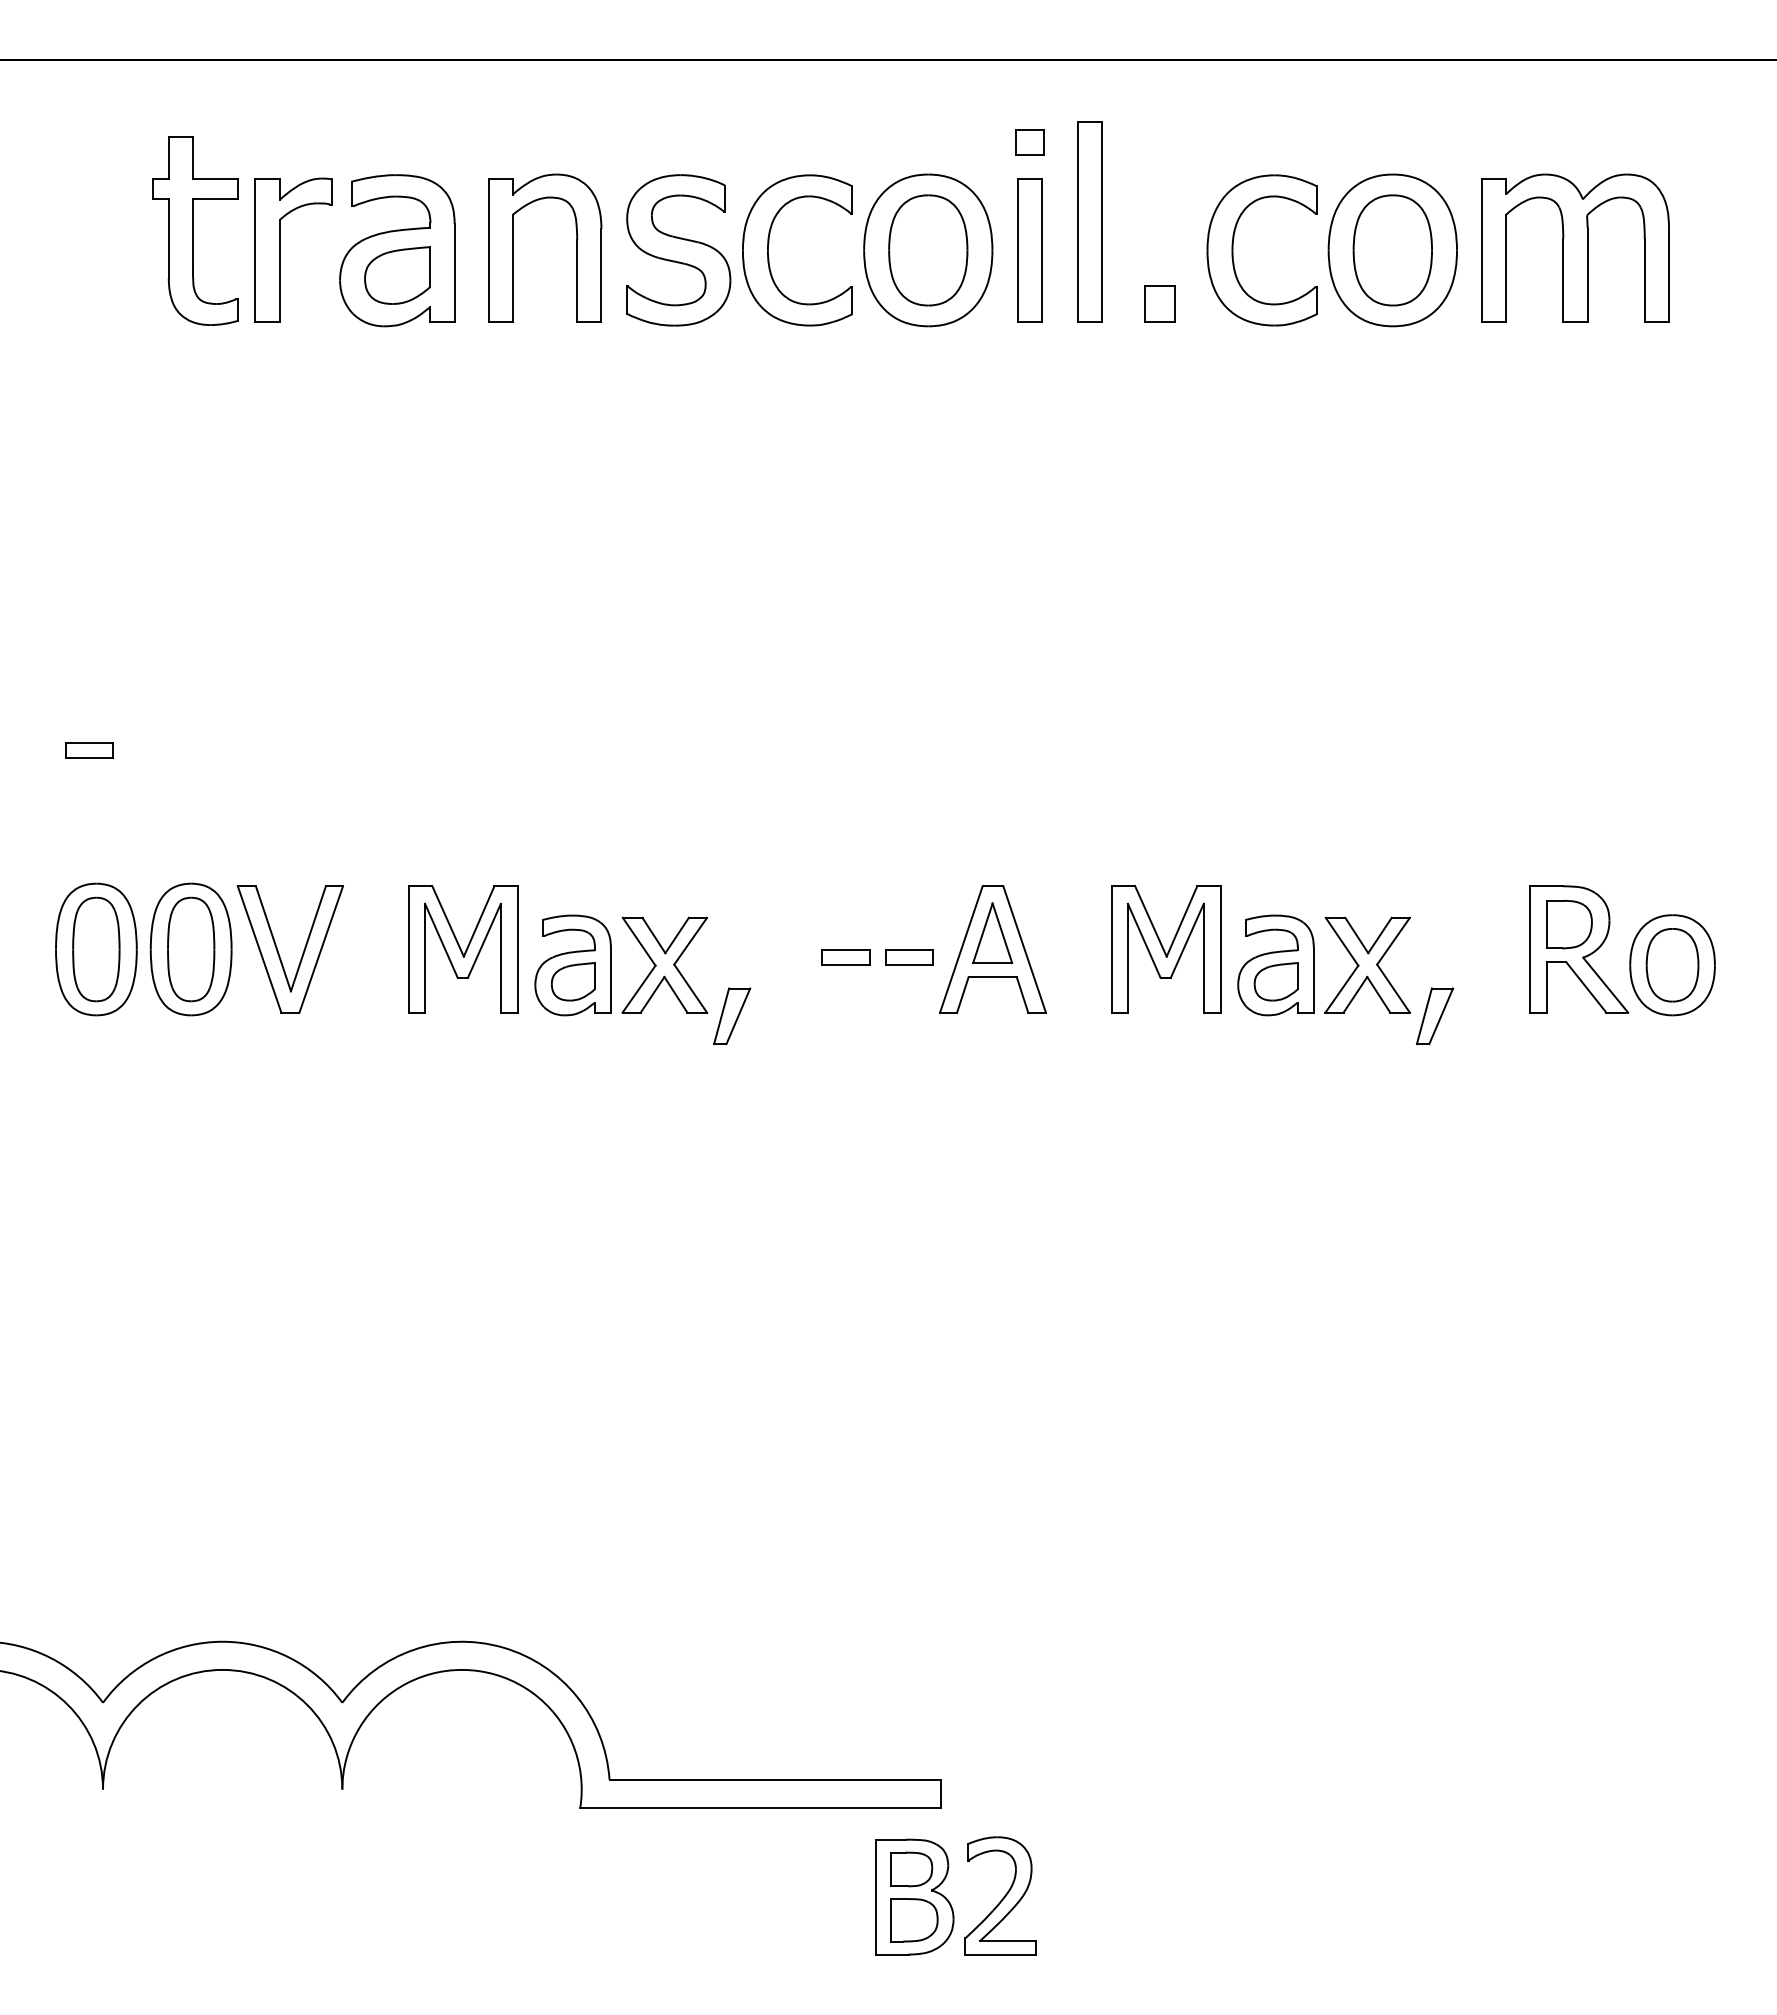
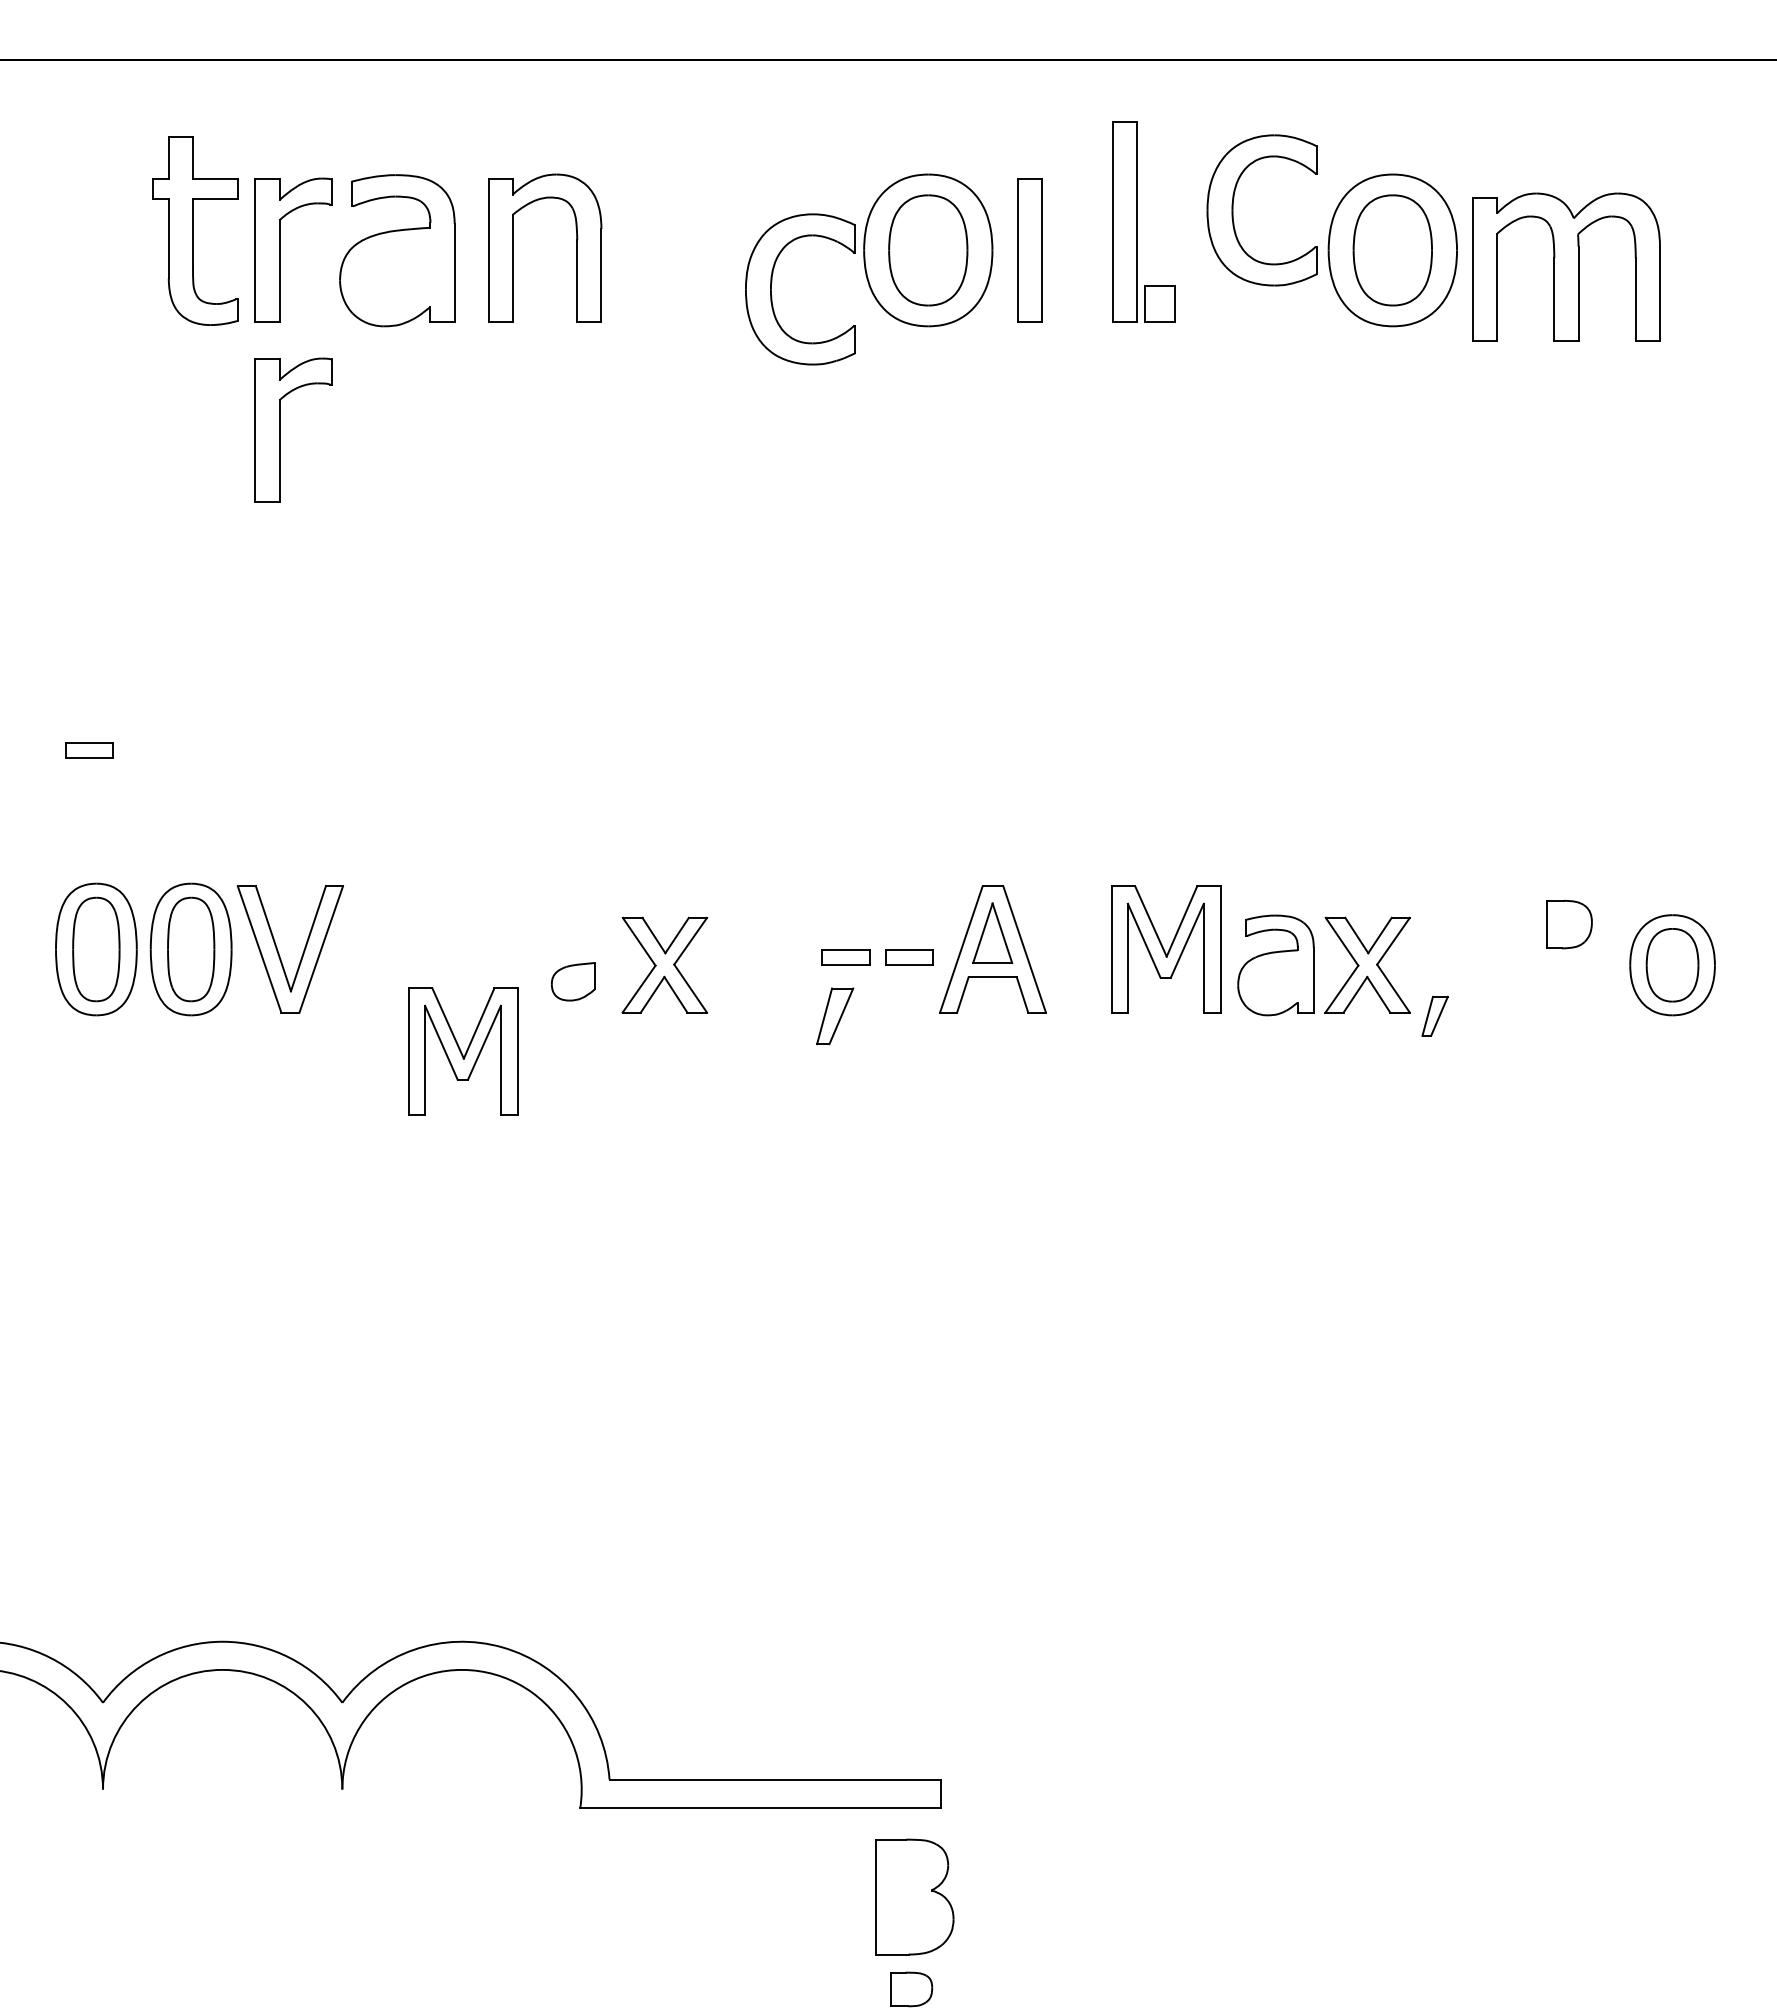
part at (1029, 142): present -> none
part at (1089, 221) position: (1089, 221) -> (1124, 221)
part at (769, 243) position: (769, 243) -> (772, 282)
part at (1575, 247) position: (1575, 247) -> (1566, 266)
part at (678, 250): present -> none
part at (1233, 250) position: (1233, 250) -> (1233, 210)
part at (397, 275): present -> none
part at (280, 429): none -> present
part at (463, 949) position: (463, 949) -> (463, 1051)
part at (1579, 949): present -> none
part at (572, 965): present -> none
part at (1275, 981): present -> none
part at (732, 1016) position: (732, 1016) -> (835, 1016)
part at (1435, 1016) size: 39x59 px -> 28x42 px
part at (911, 1869) position: (911, 1869) -> (911, 1989)
part at (1000, 1895): present -> none
part at (914, 1920): present -> none
